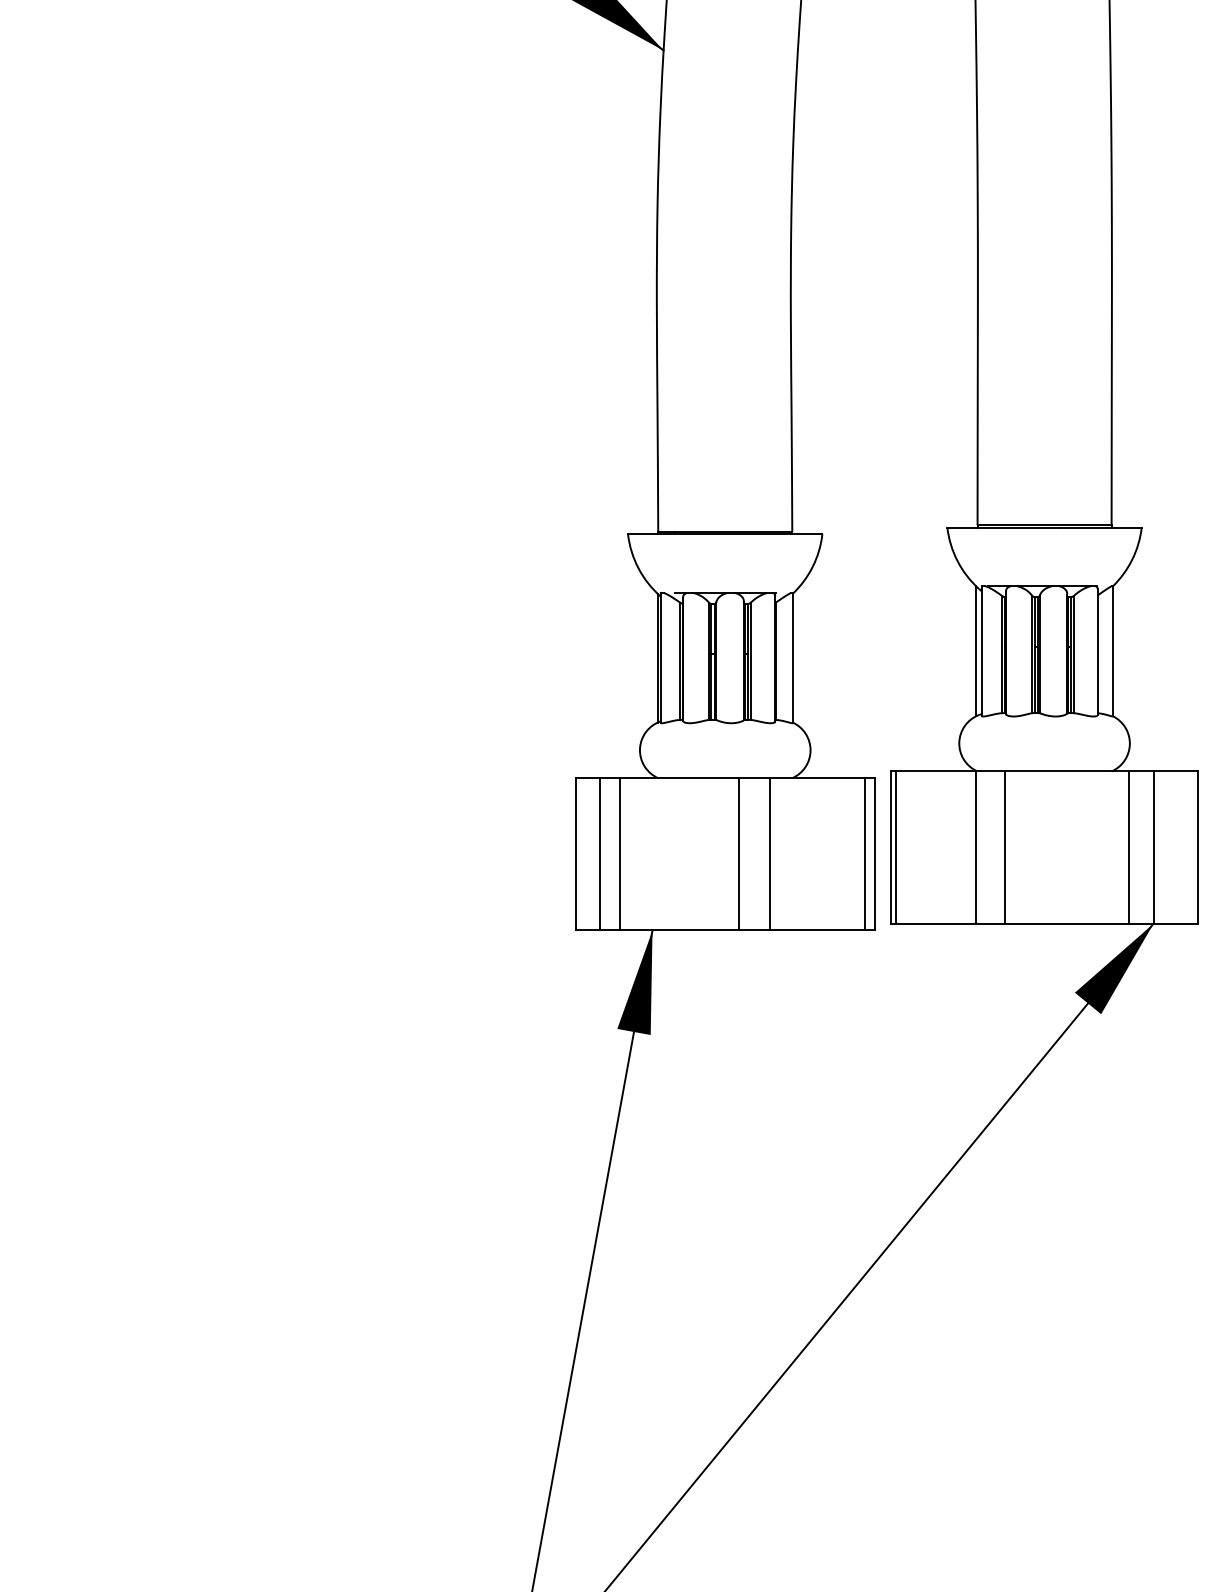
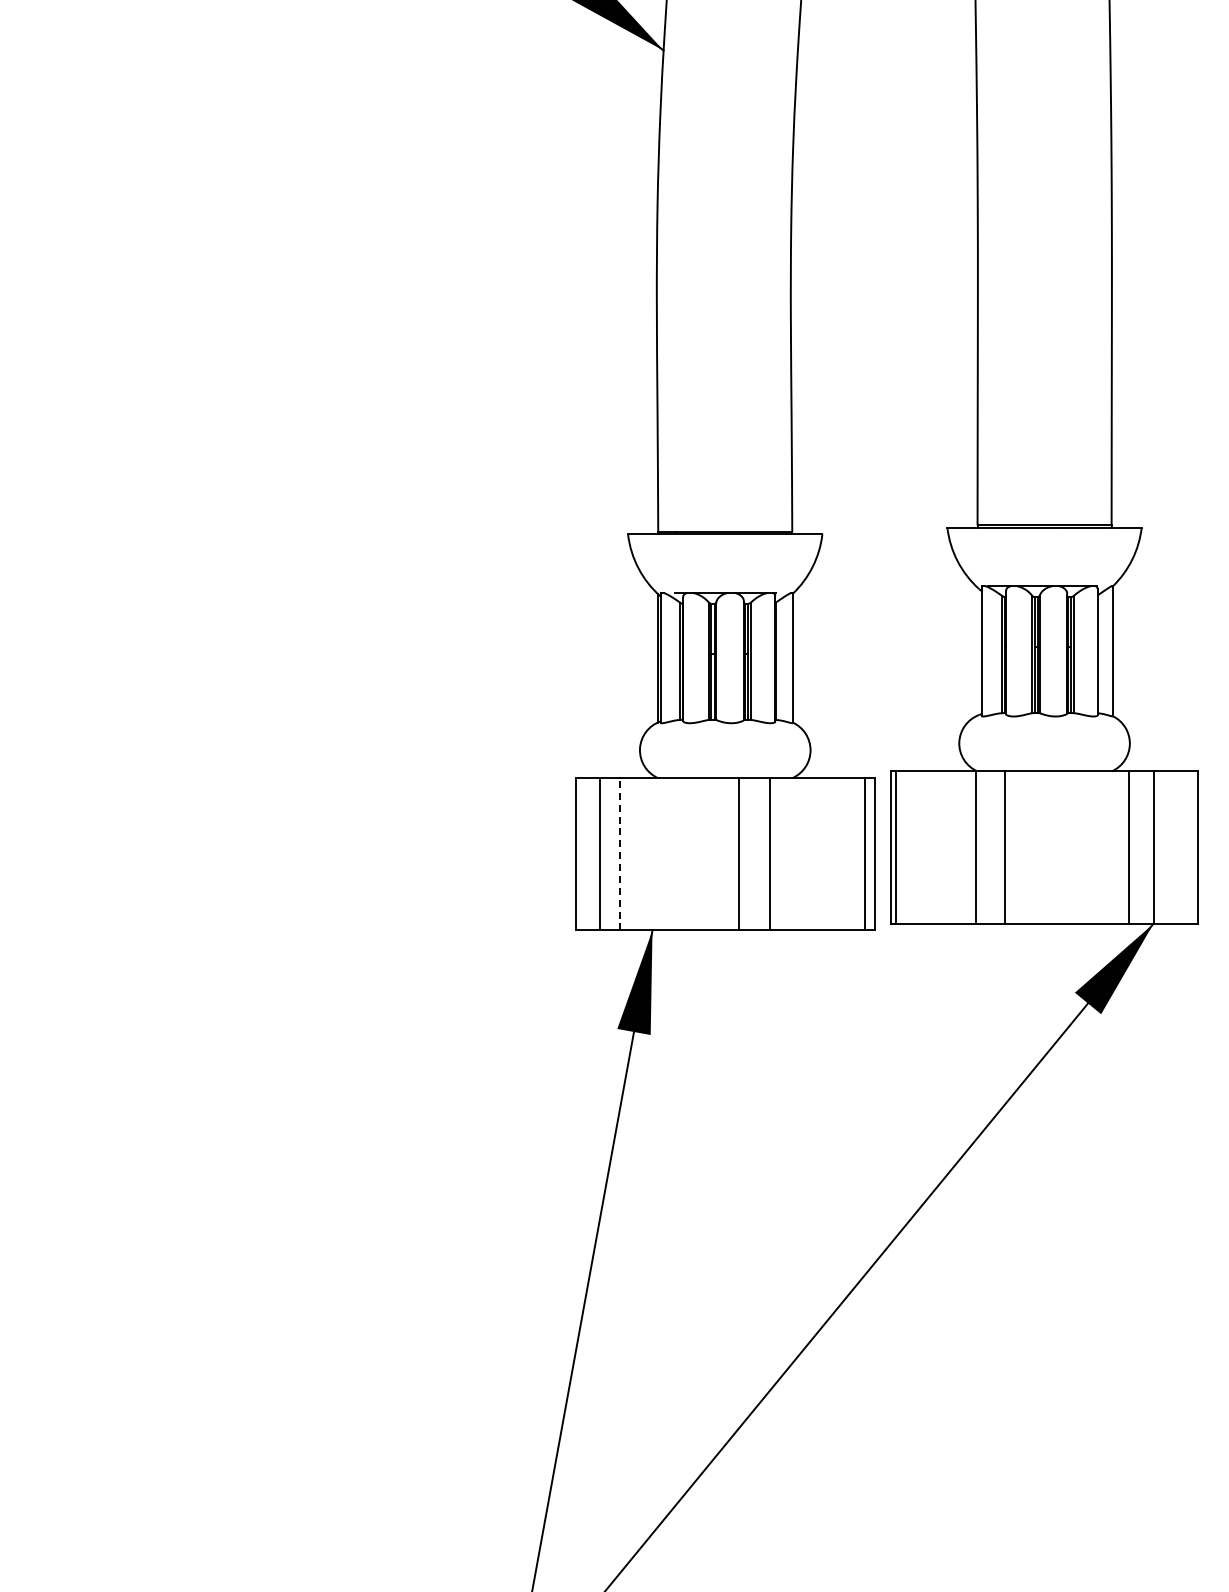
line at (976, 651): present -> none
line at (620, 853): solid -> dashed
